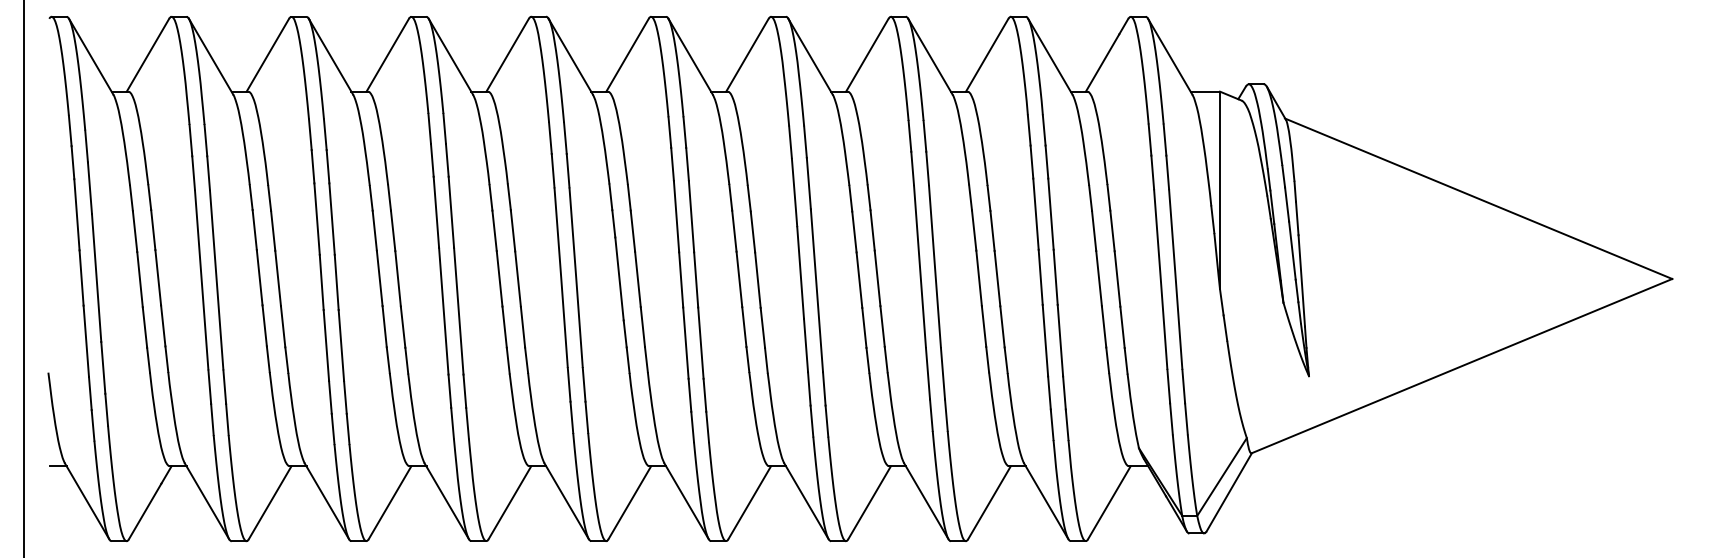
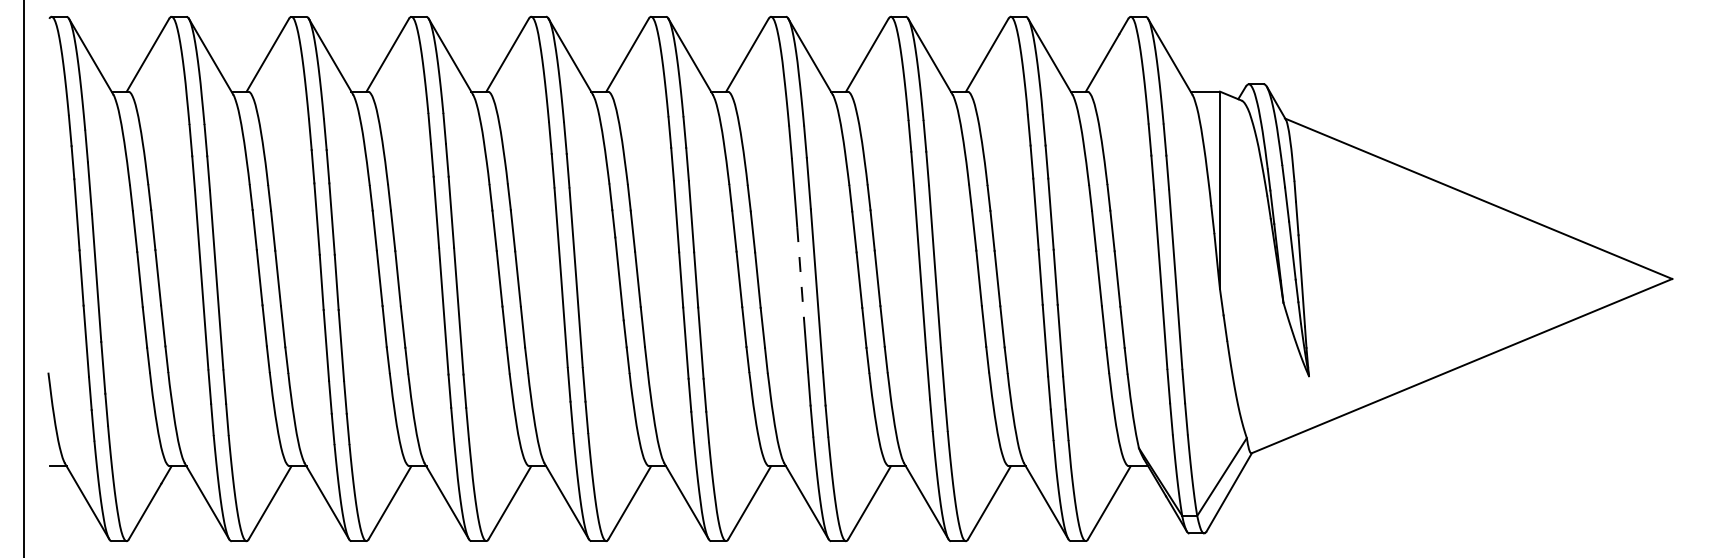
line at (800, 273): solid -> dashed
